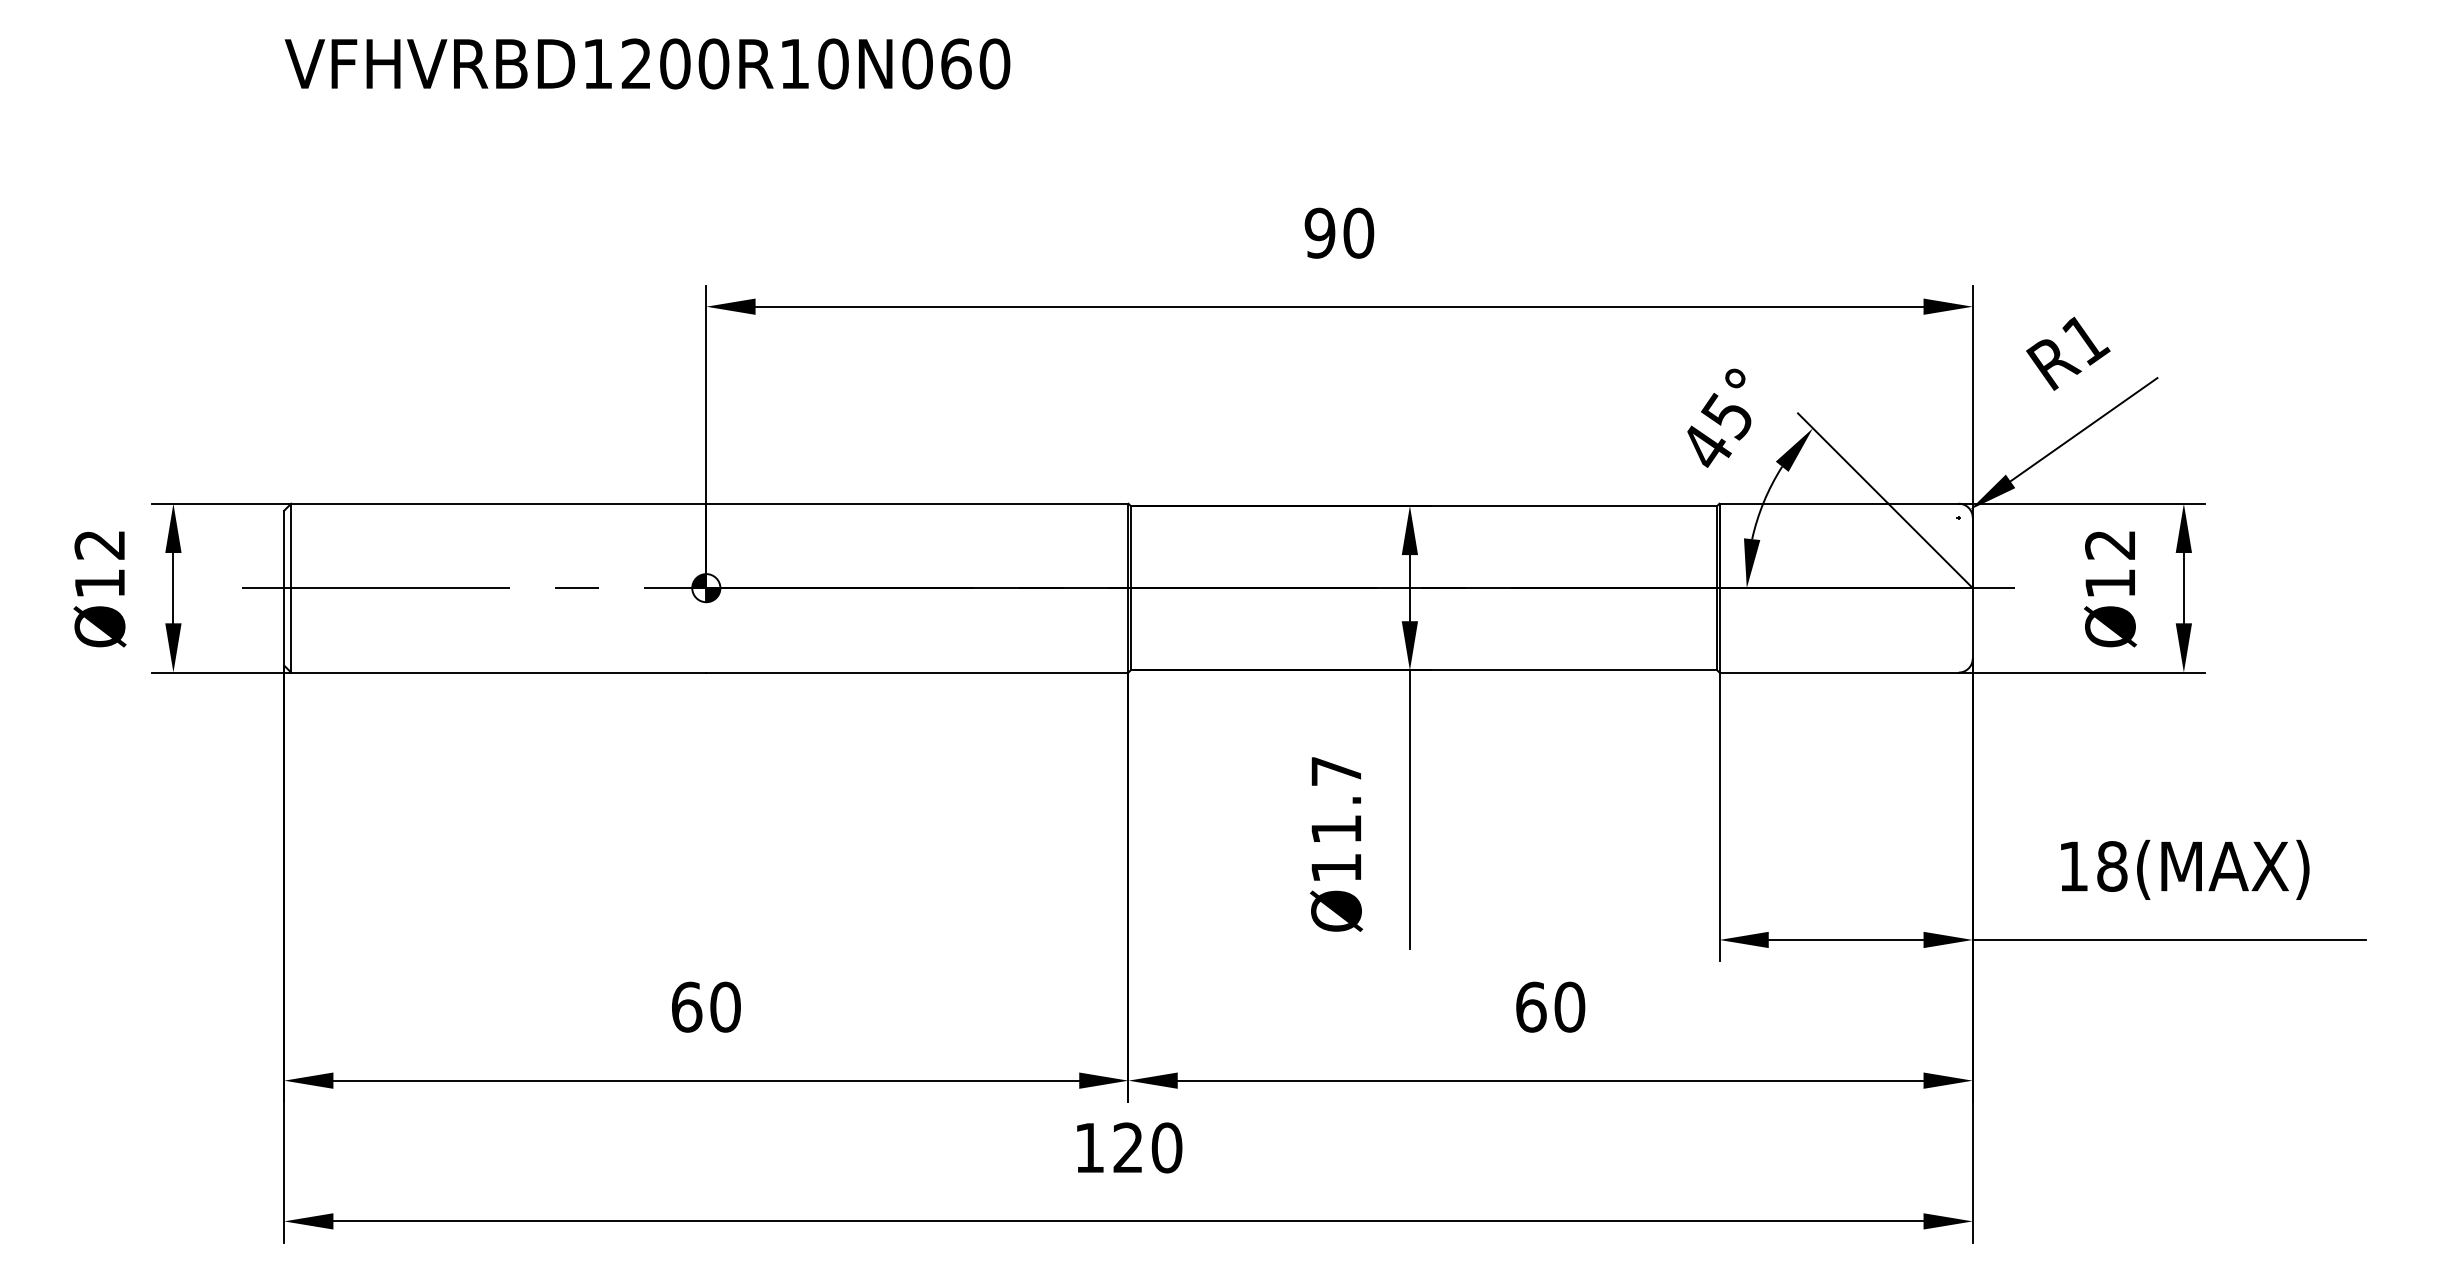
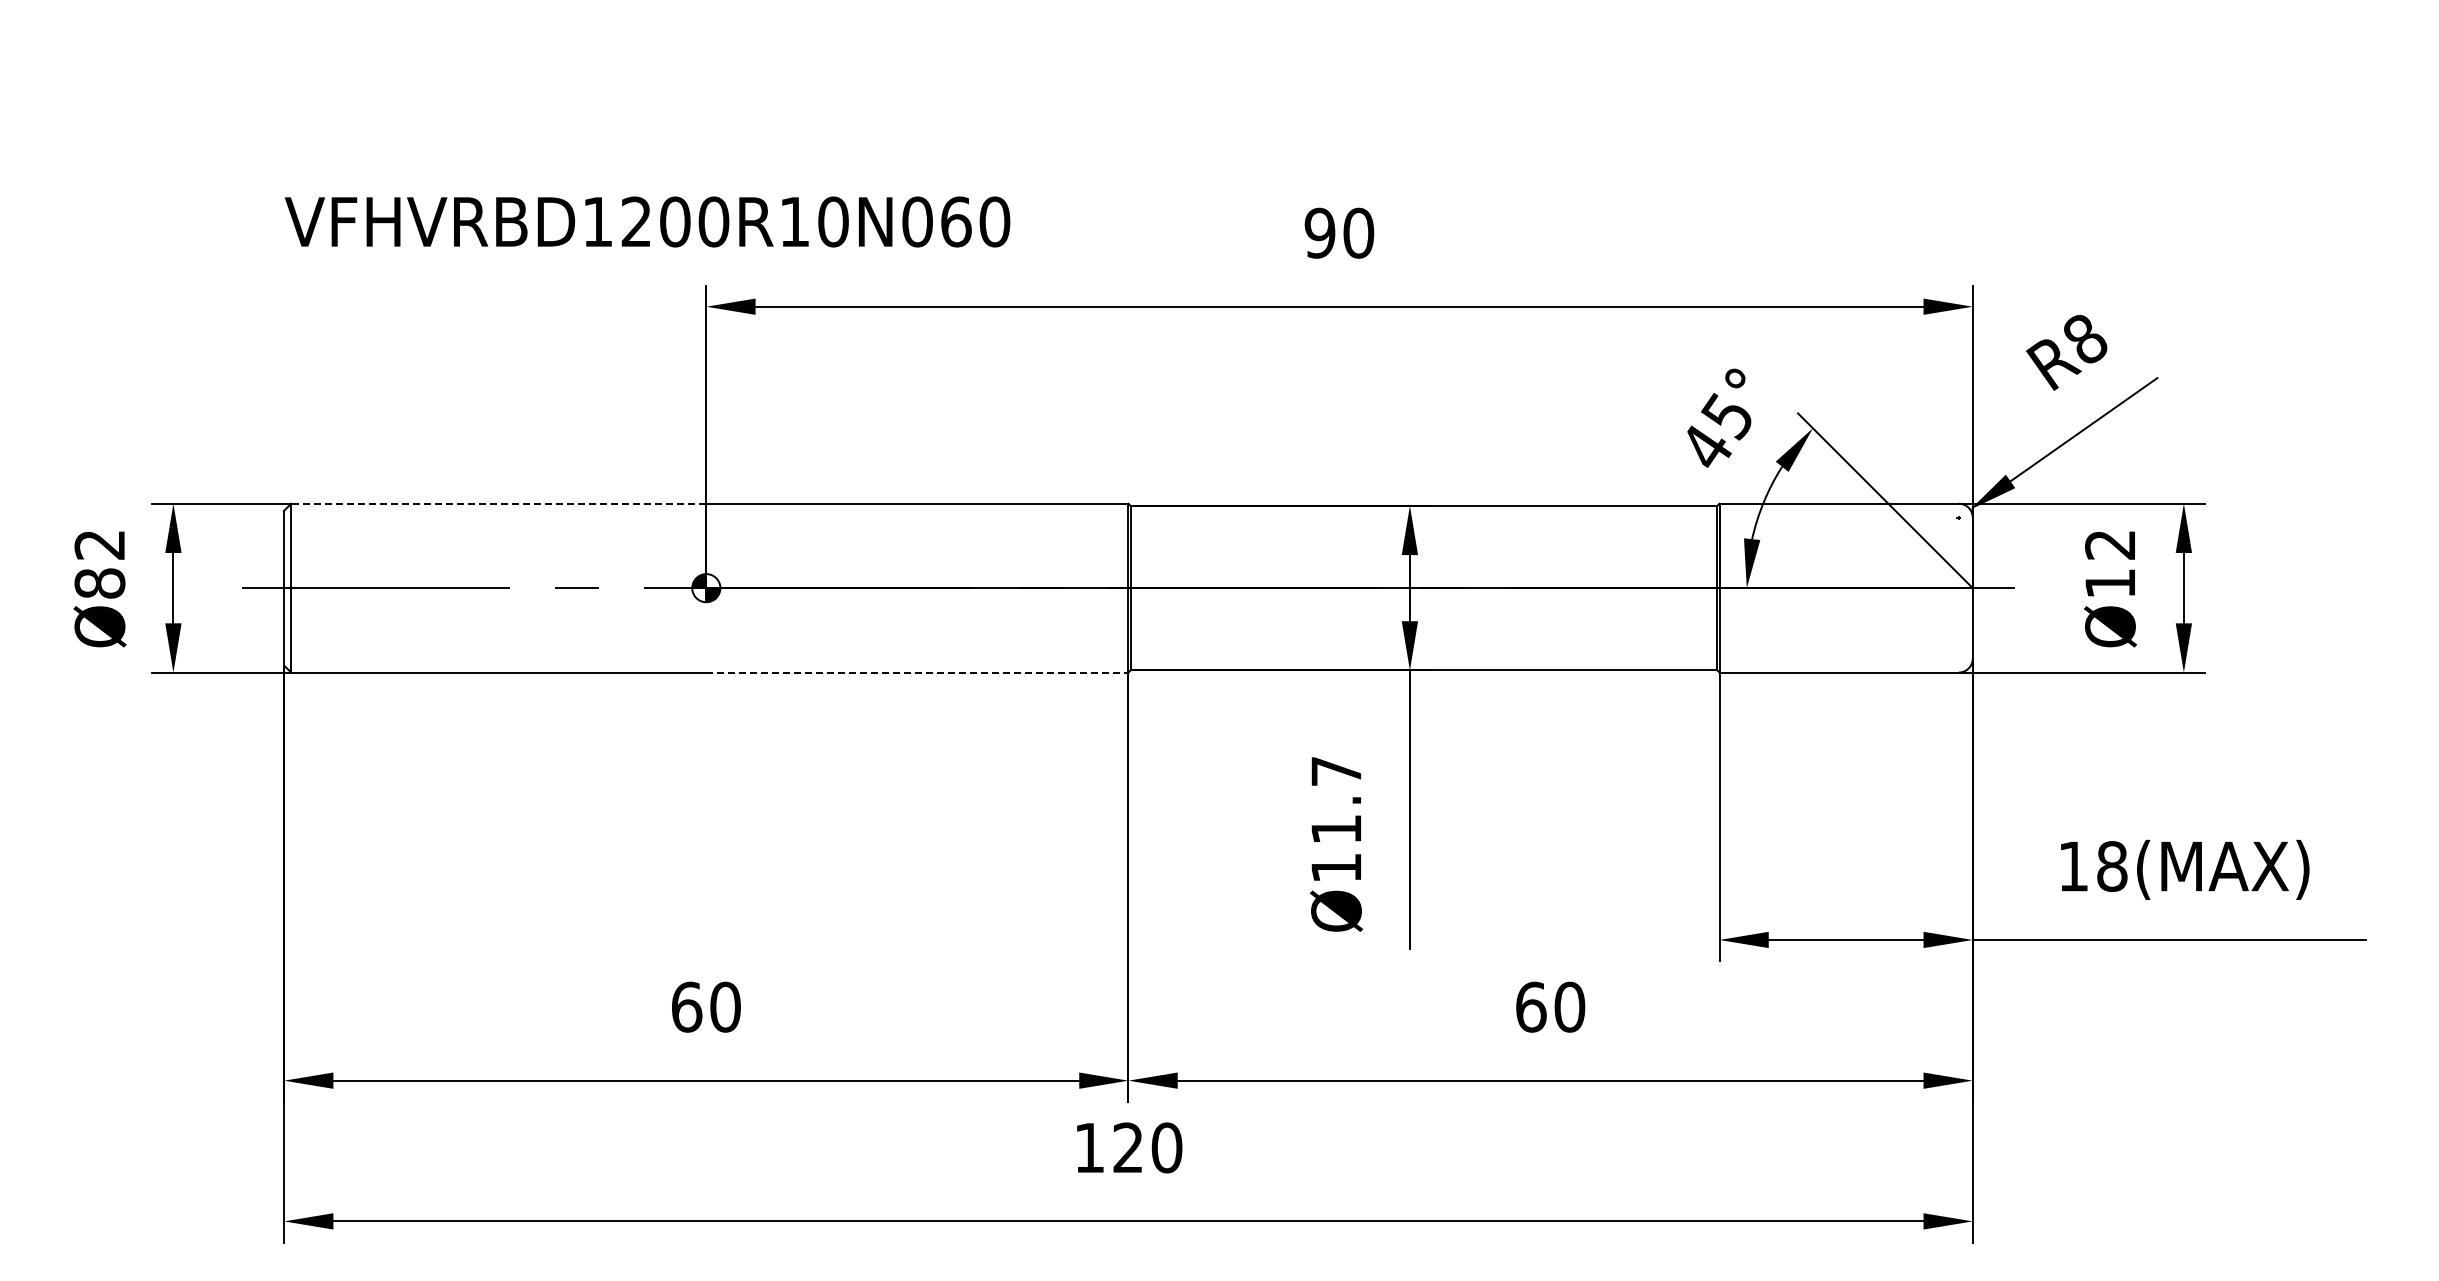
text at (647, 63) position: (647, 63) -> (647, 221)
text at (2086, 340): R1 -> R8
line at (498, 503): solid -> dashed
text at (99, 583): Ø12 -> Ø82
line at (917, 672): solid -> dashed
